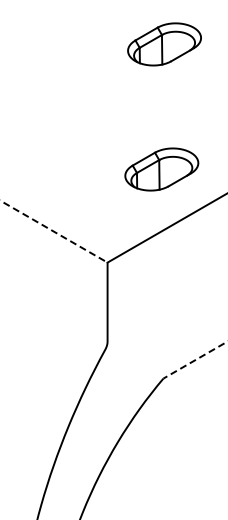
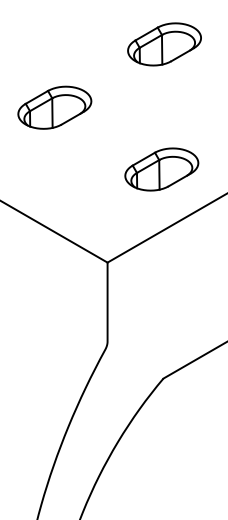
part at (54, 107): none -> present
line at (53, 231): dashed -> solid
line at (195, 360): dashed -> solid
